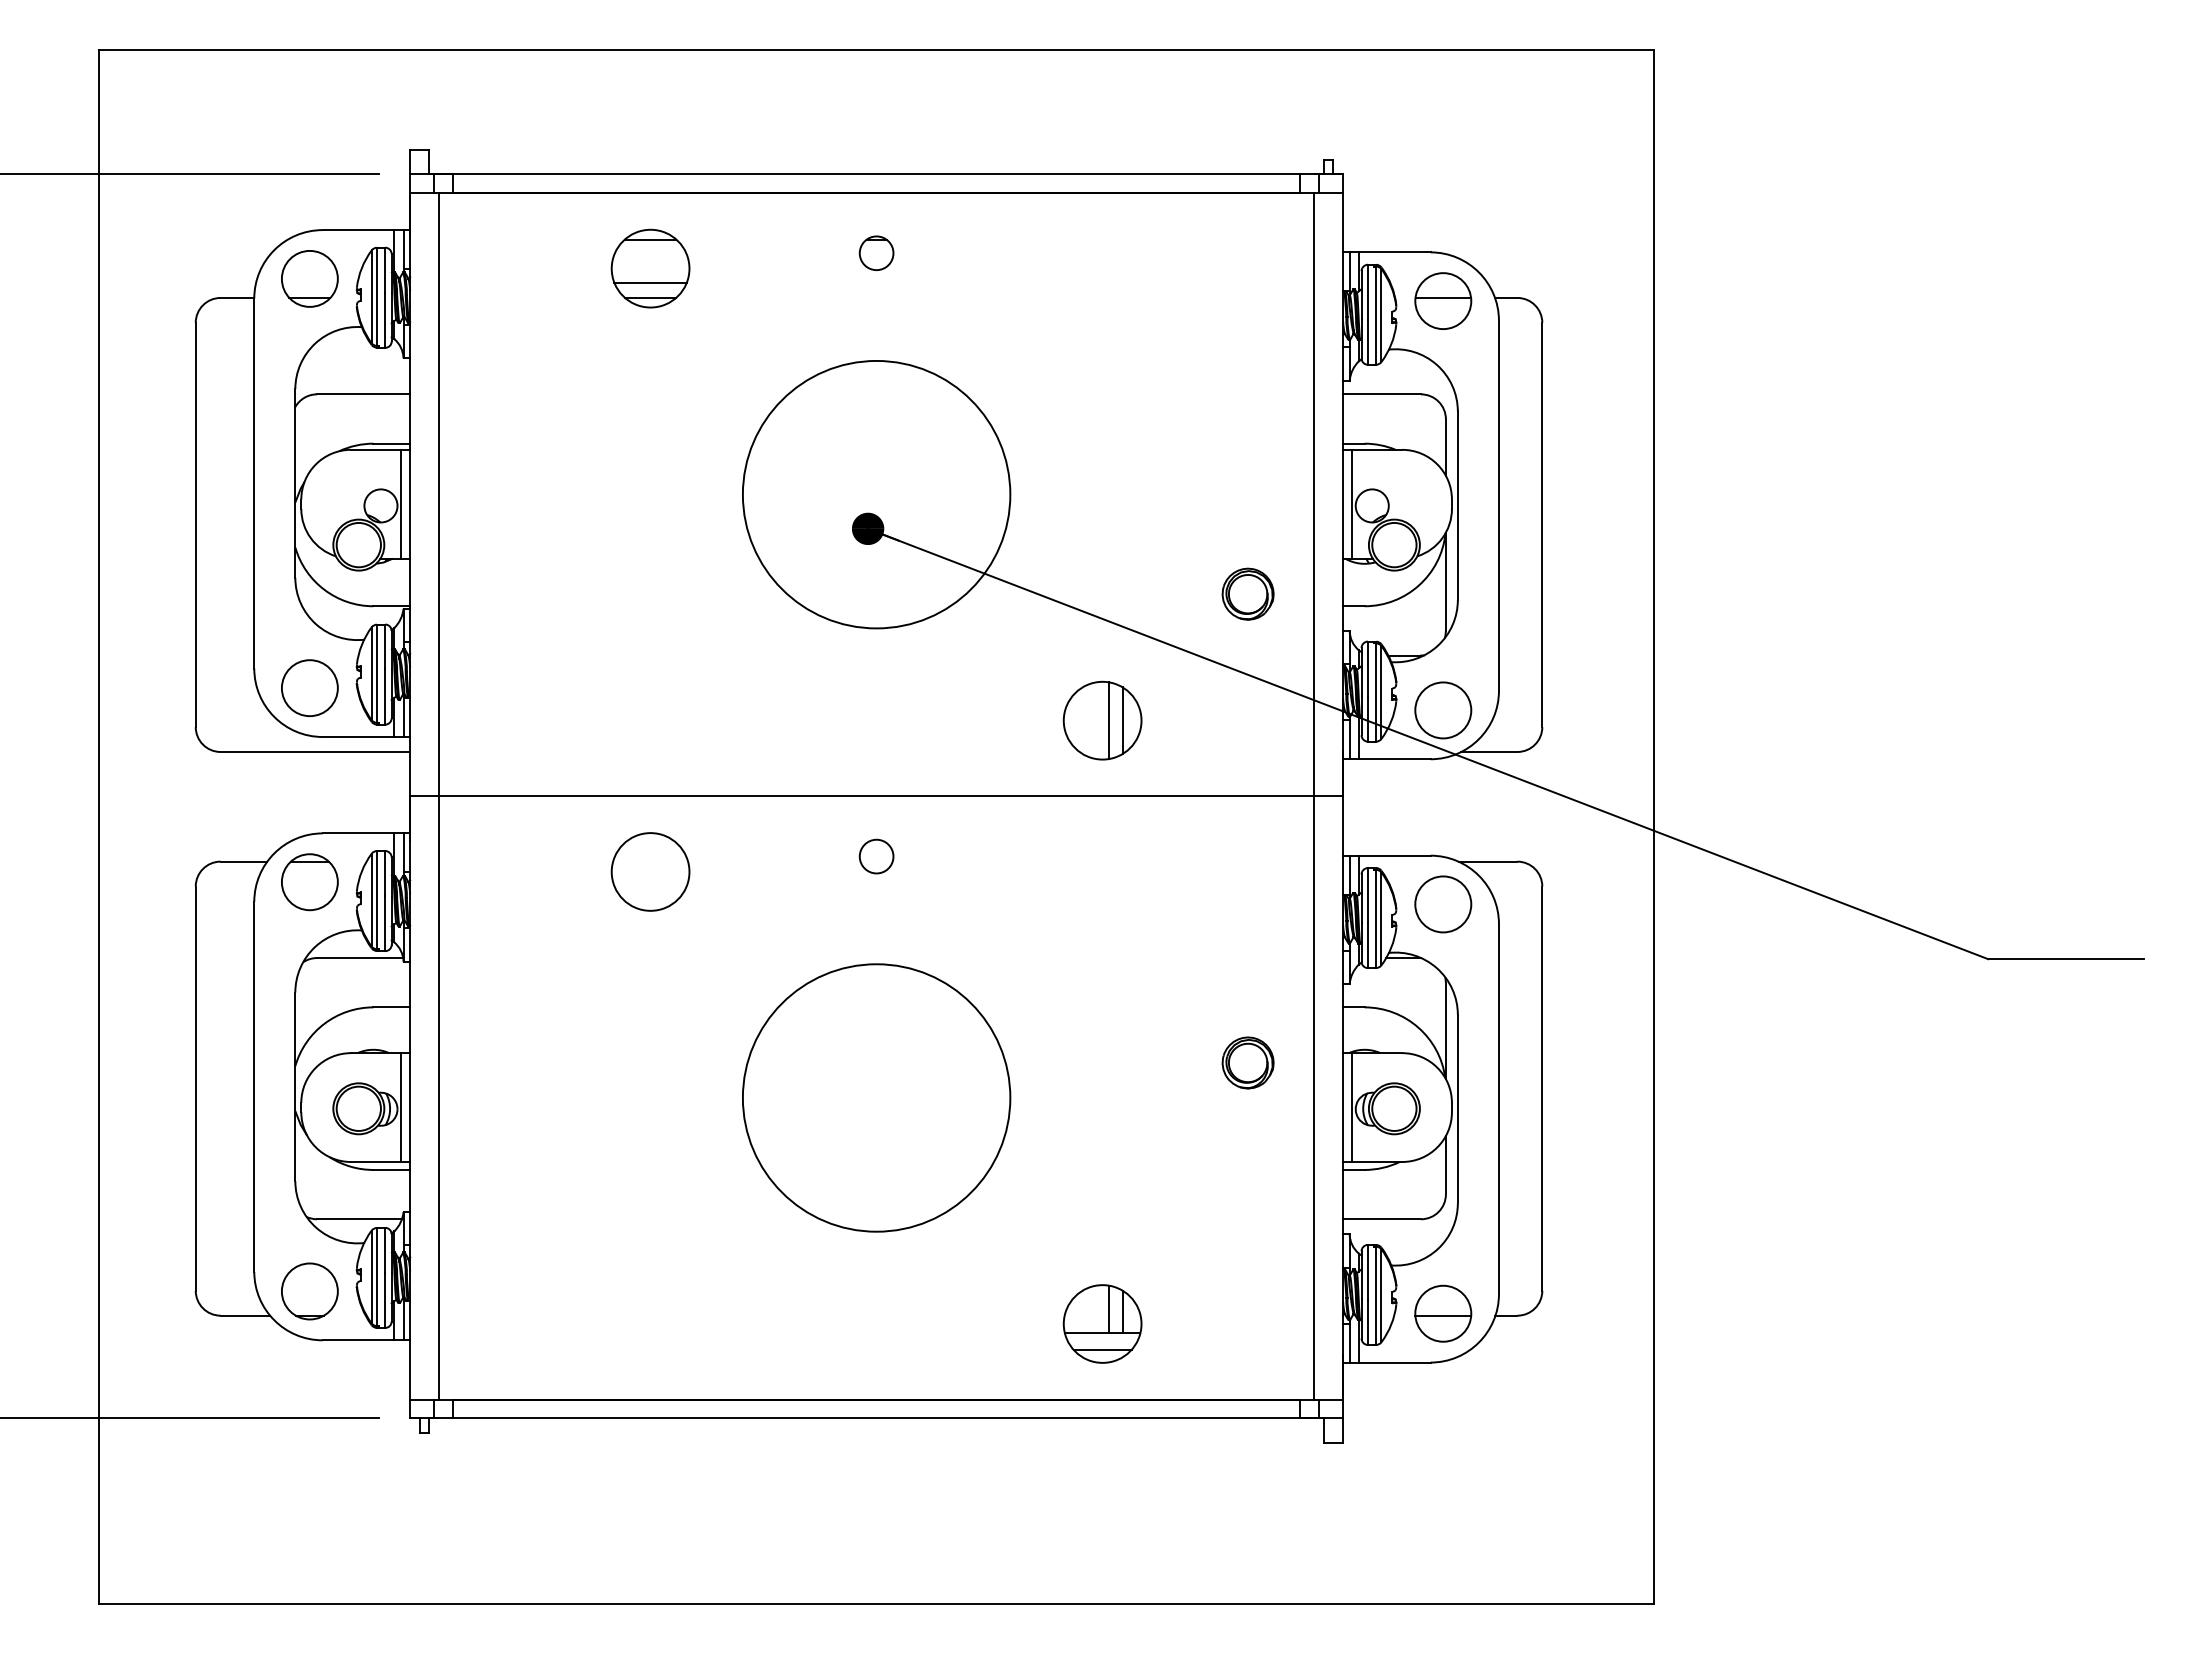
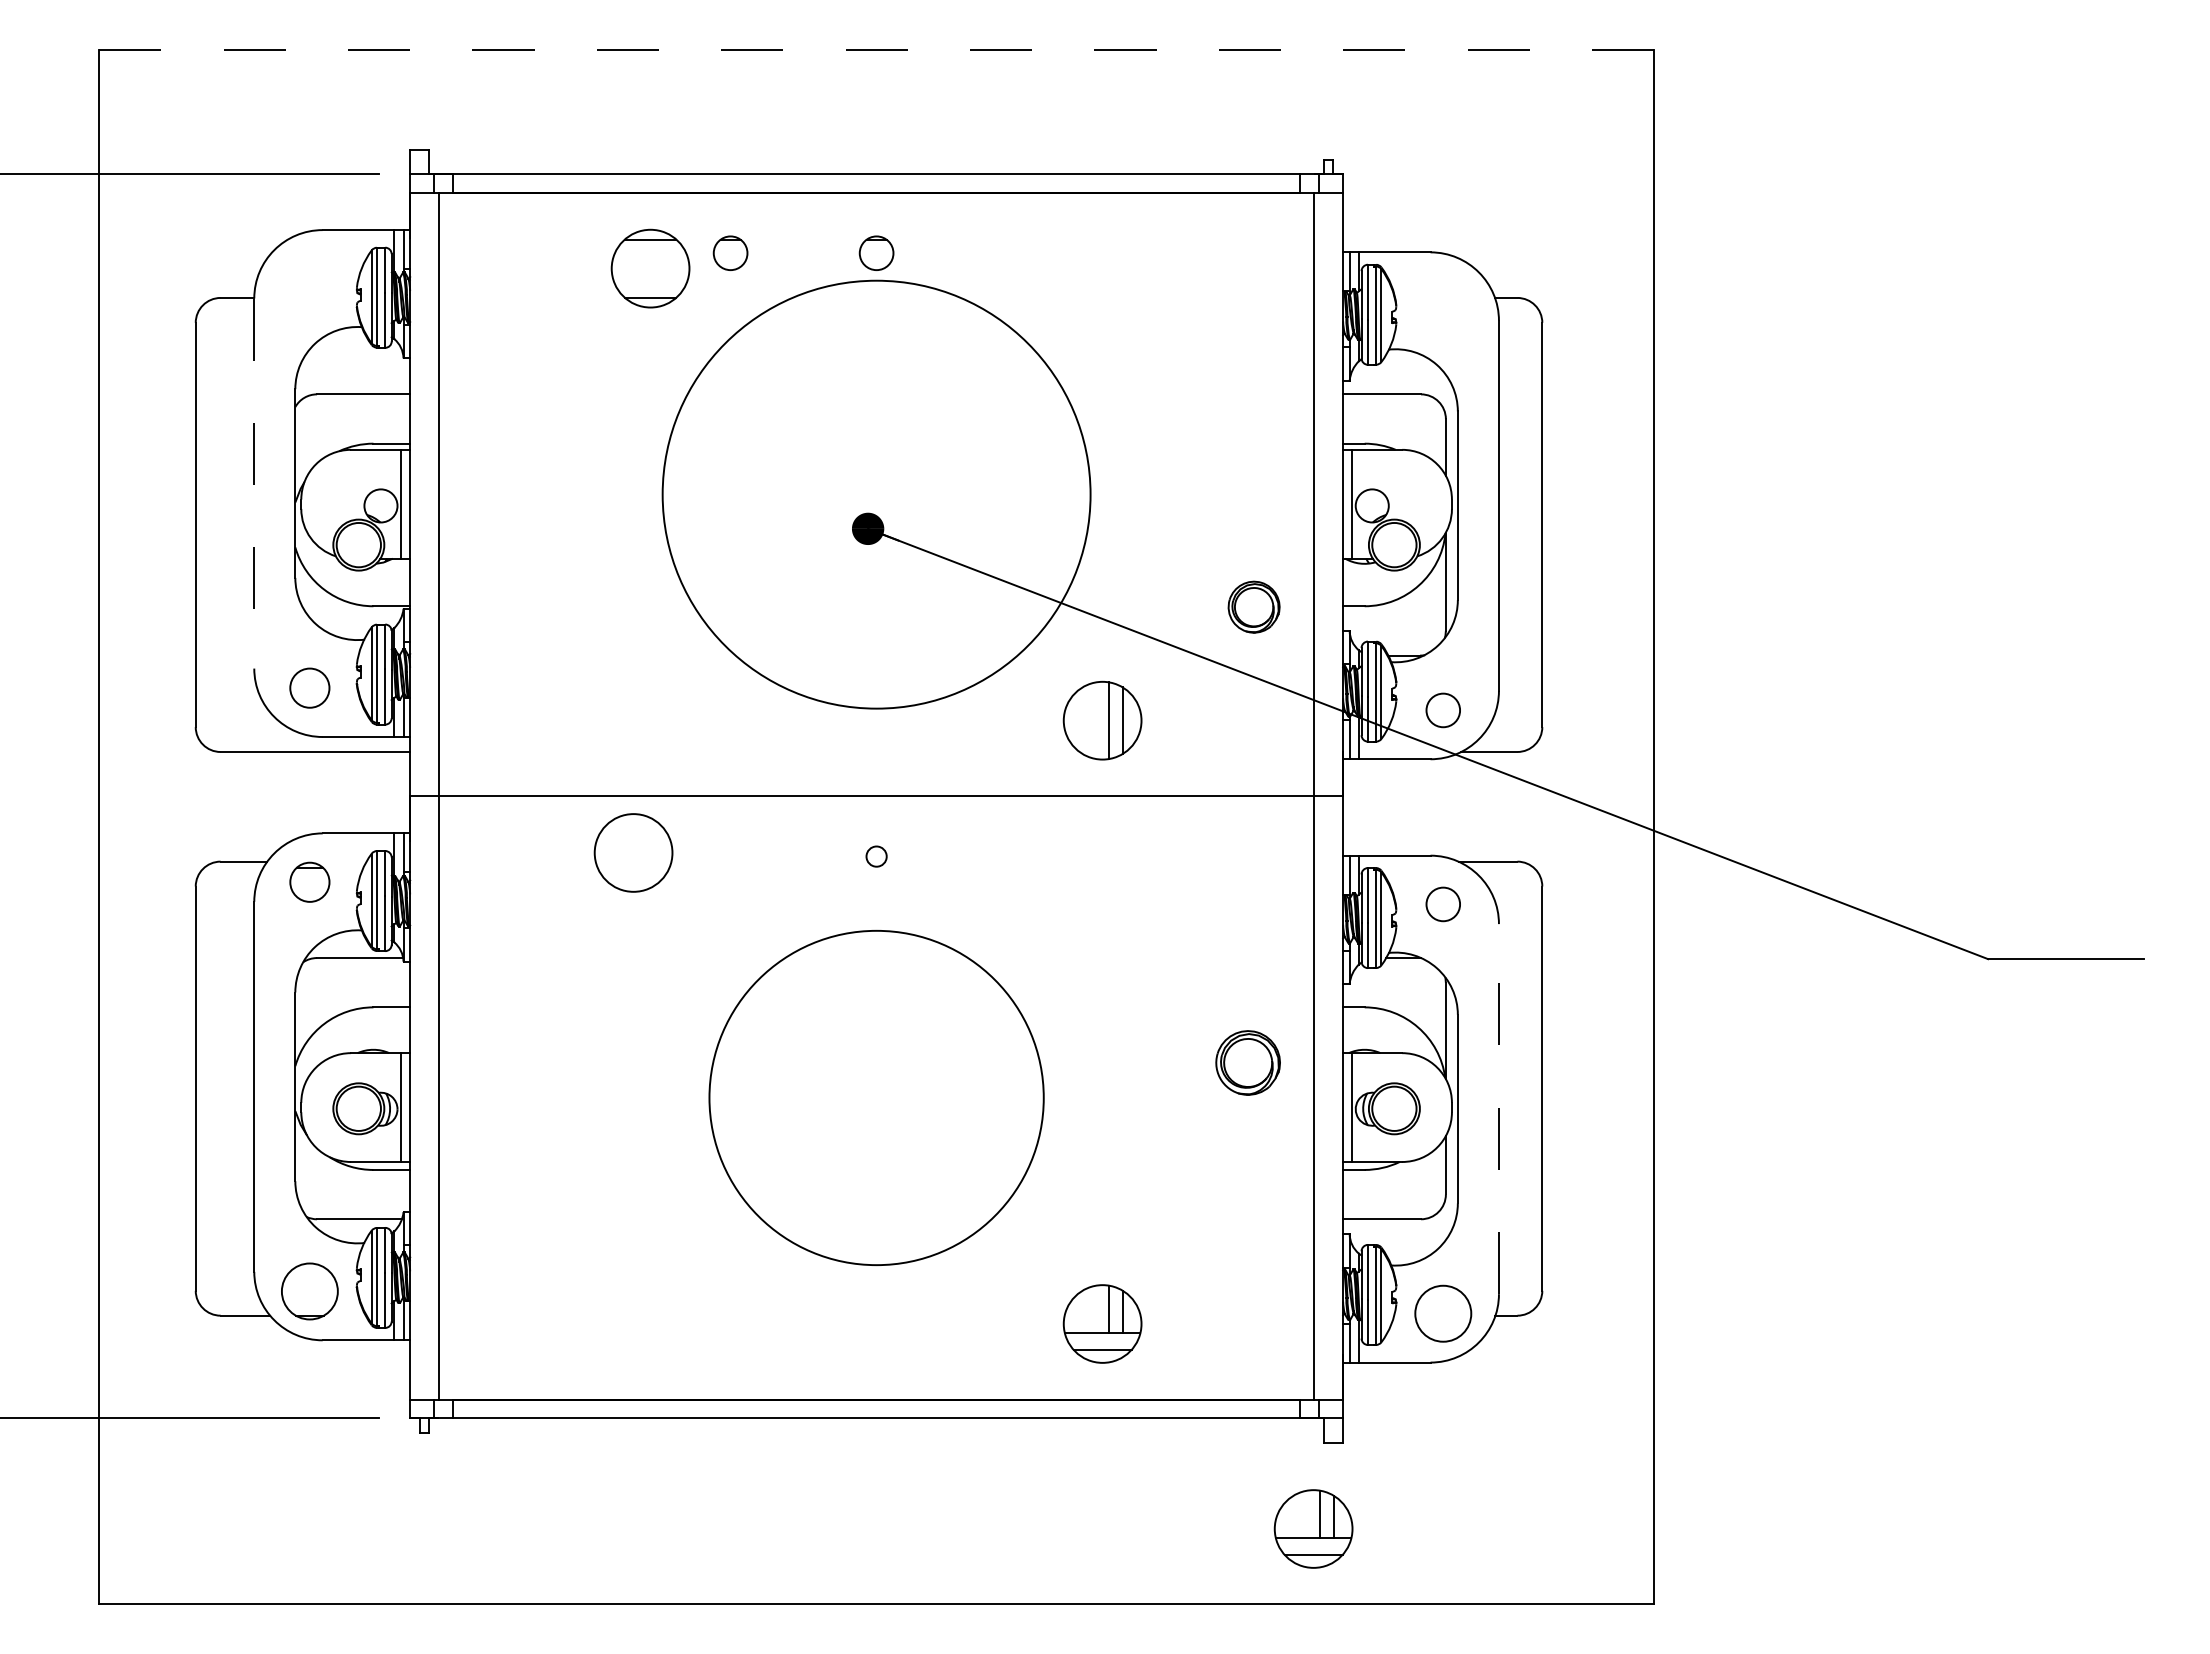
line at (877, 49): solid -> dashed
part at (730, 252): none -> present
part at (309, 278): present -> none
line at (650, 282): present -> none
part at (1443, 300): present -> none
line at (254, 484): solid -> dashed
circle at (876, 494) diameter: 267 px -> 428 px
part at (1247, 593) position: (1247, 593) -> (1253, 606)
circle at (309, 688) diameter: 56 px -> 39 px
circle at (1443, 710) diameter: 56 px -> 34 px
circle at (876, 856) diameter: 34 px -> 20 px
circle at (650, 871) position: (650, 871) -> (633, 852)
part at (309, 882) size: 58x59 px -> 42x42 px
circle at (1443, 904) diameter: 56 px -> 34 px
part at (1247, 1062) size: 54x54 px -> 66x66 px
circle at (876, 1097) diameter: 267 px -> 334 px
line at (1498, 1108): solid -> dashed
line at (1443, 1315): present -> none
part at (1313, 1528): none -> present
